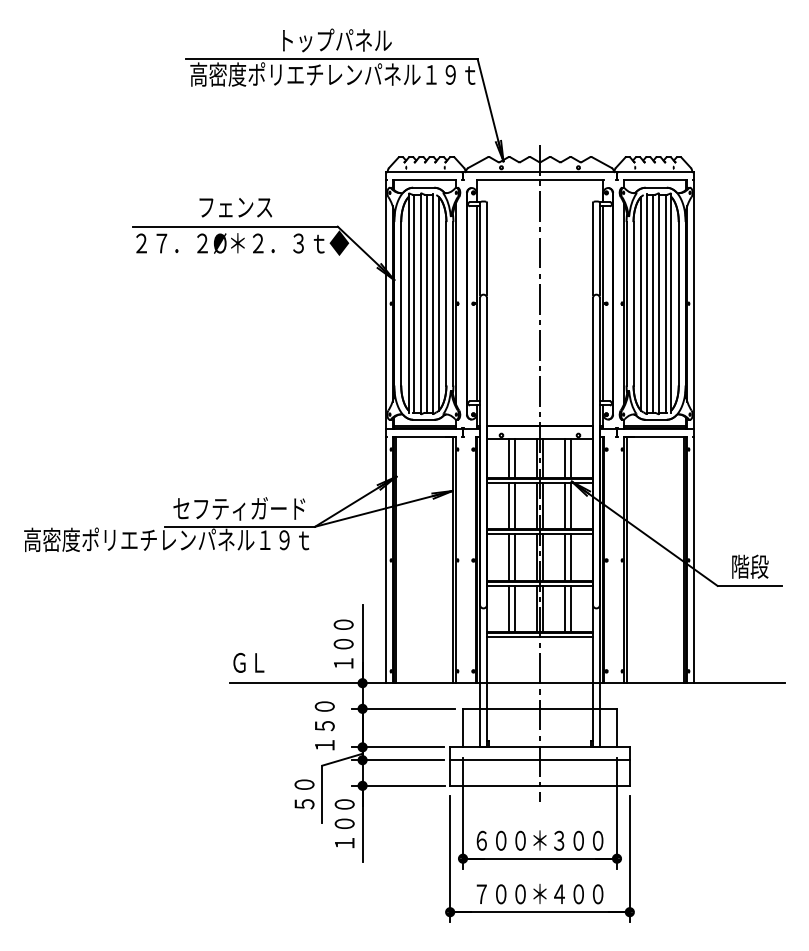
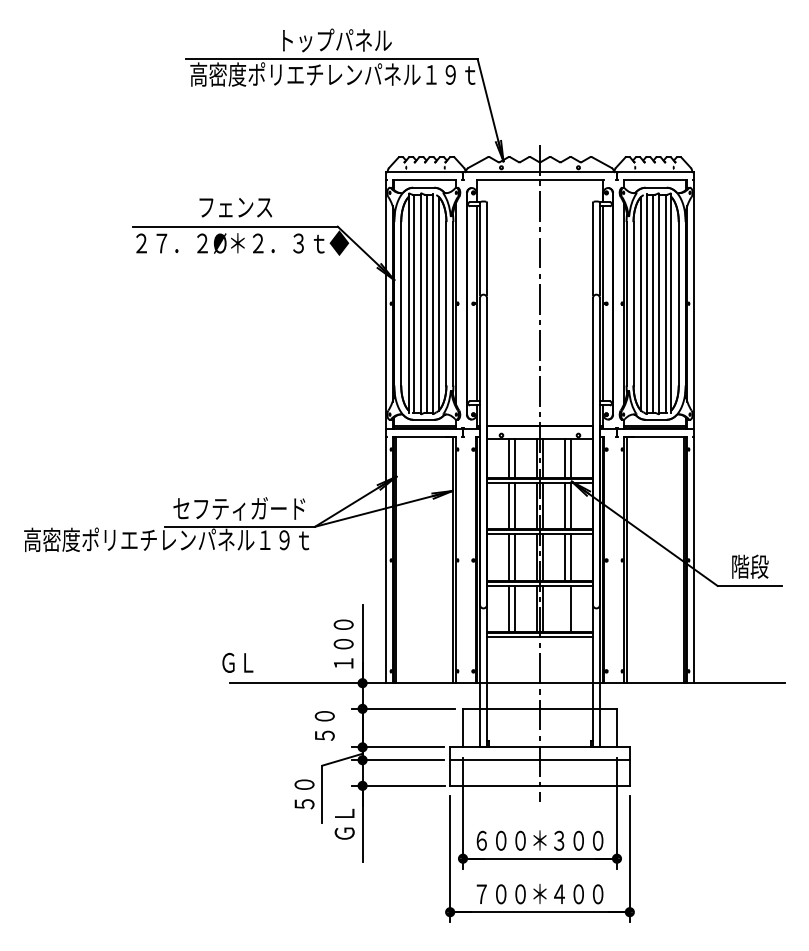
line at (564, 608): present -> none
text at (248, 662) position: (248, 662) -> (237, 662)
text at (324, 725): １５０ -> ５０
text at (344, 823): １００ -> ＧＬ
